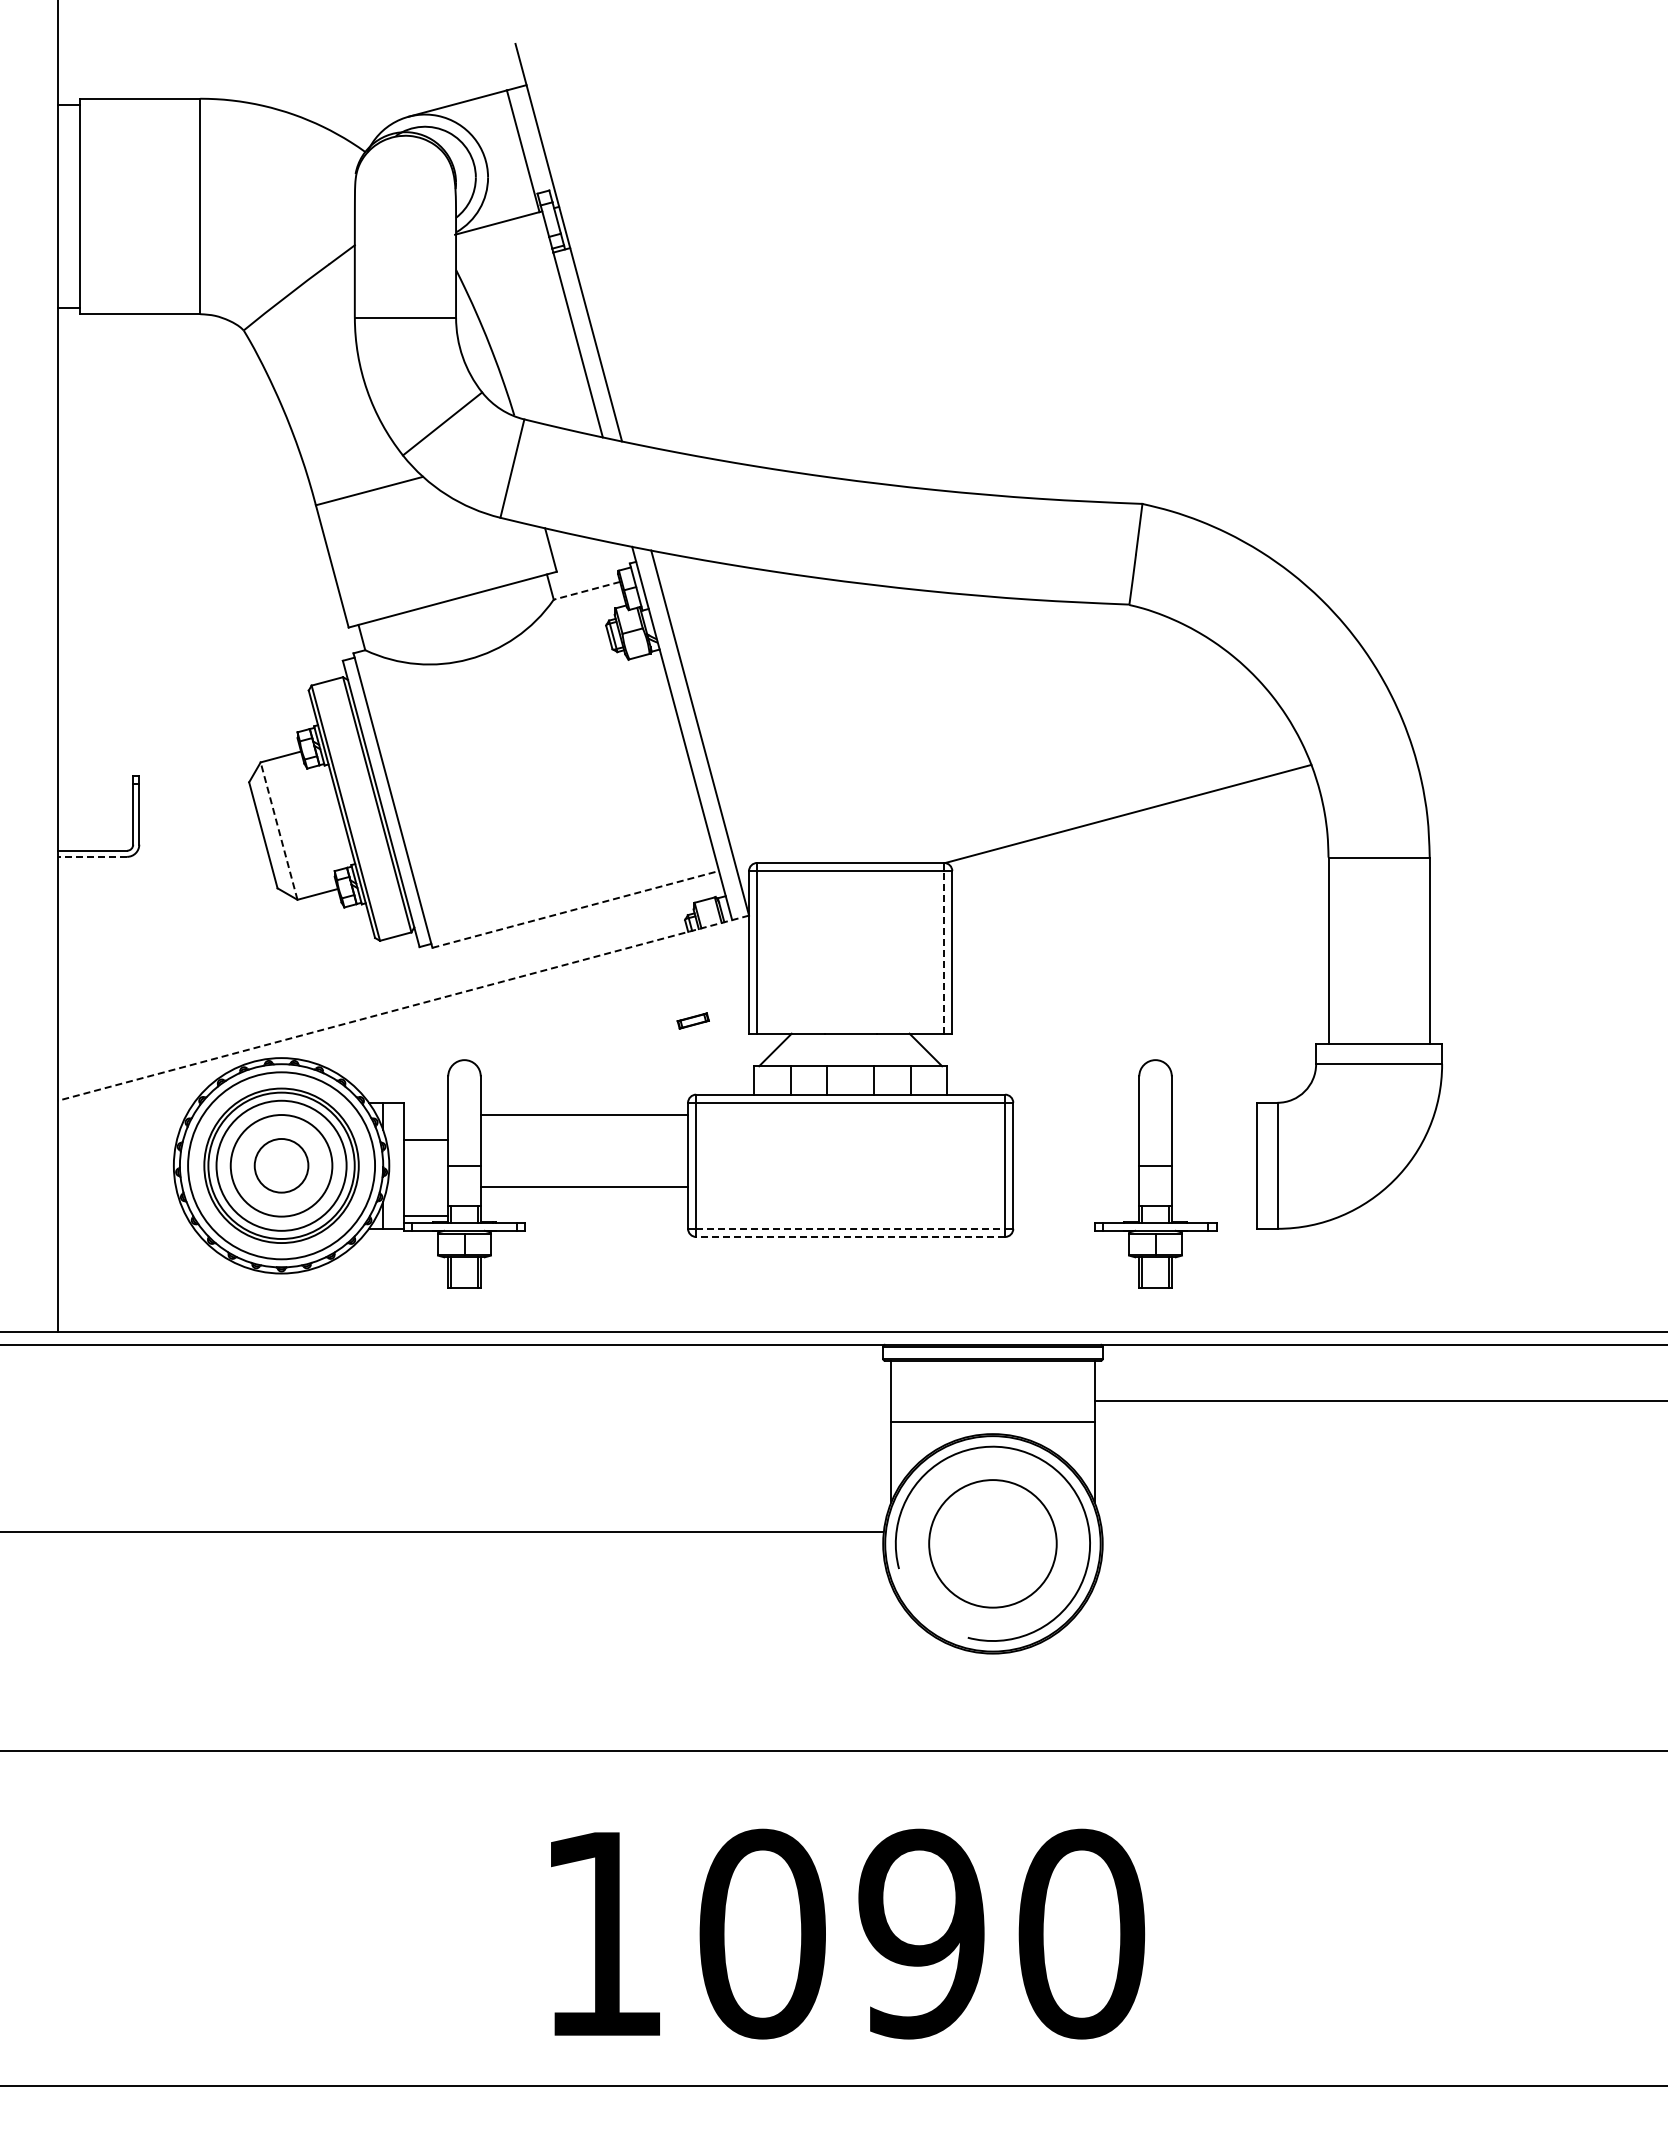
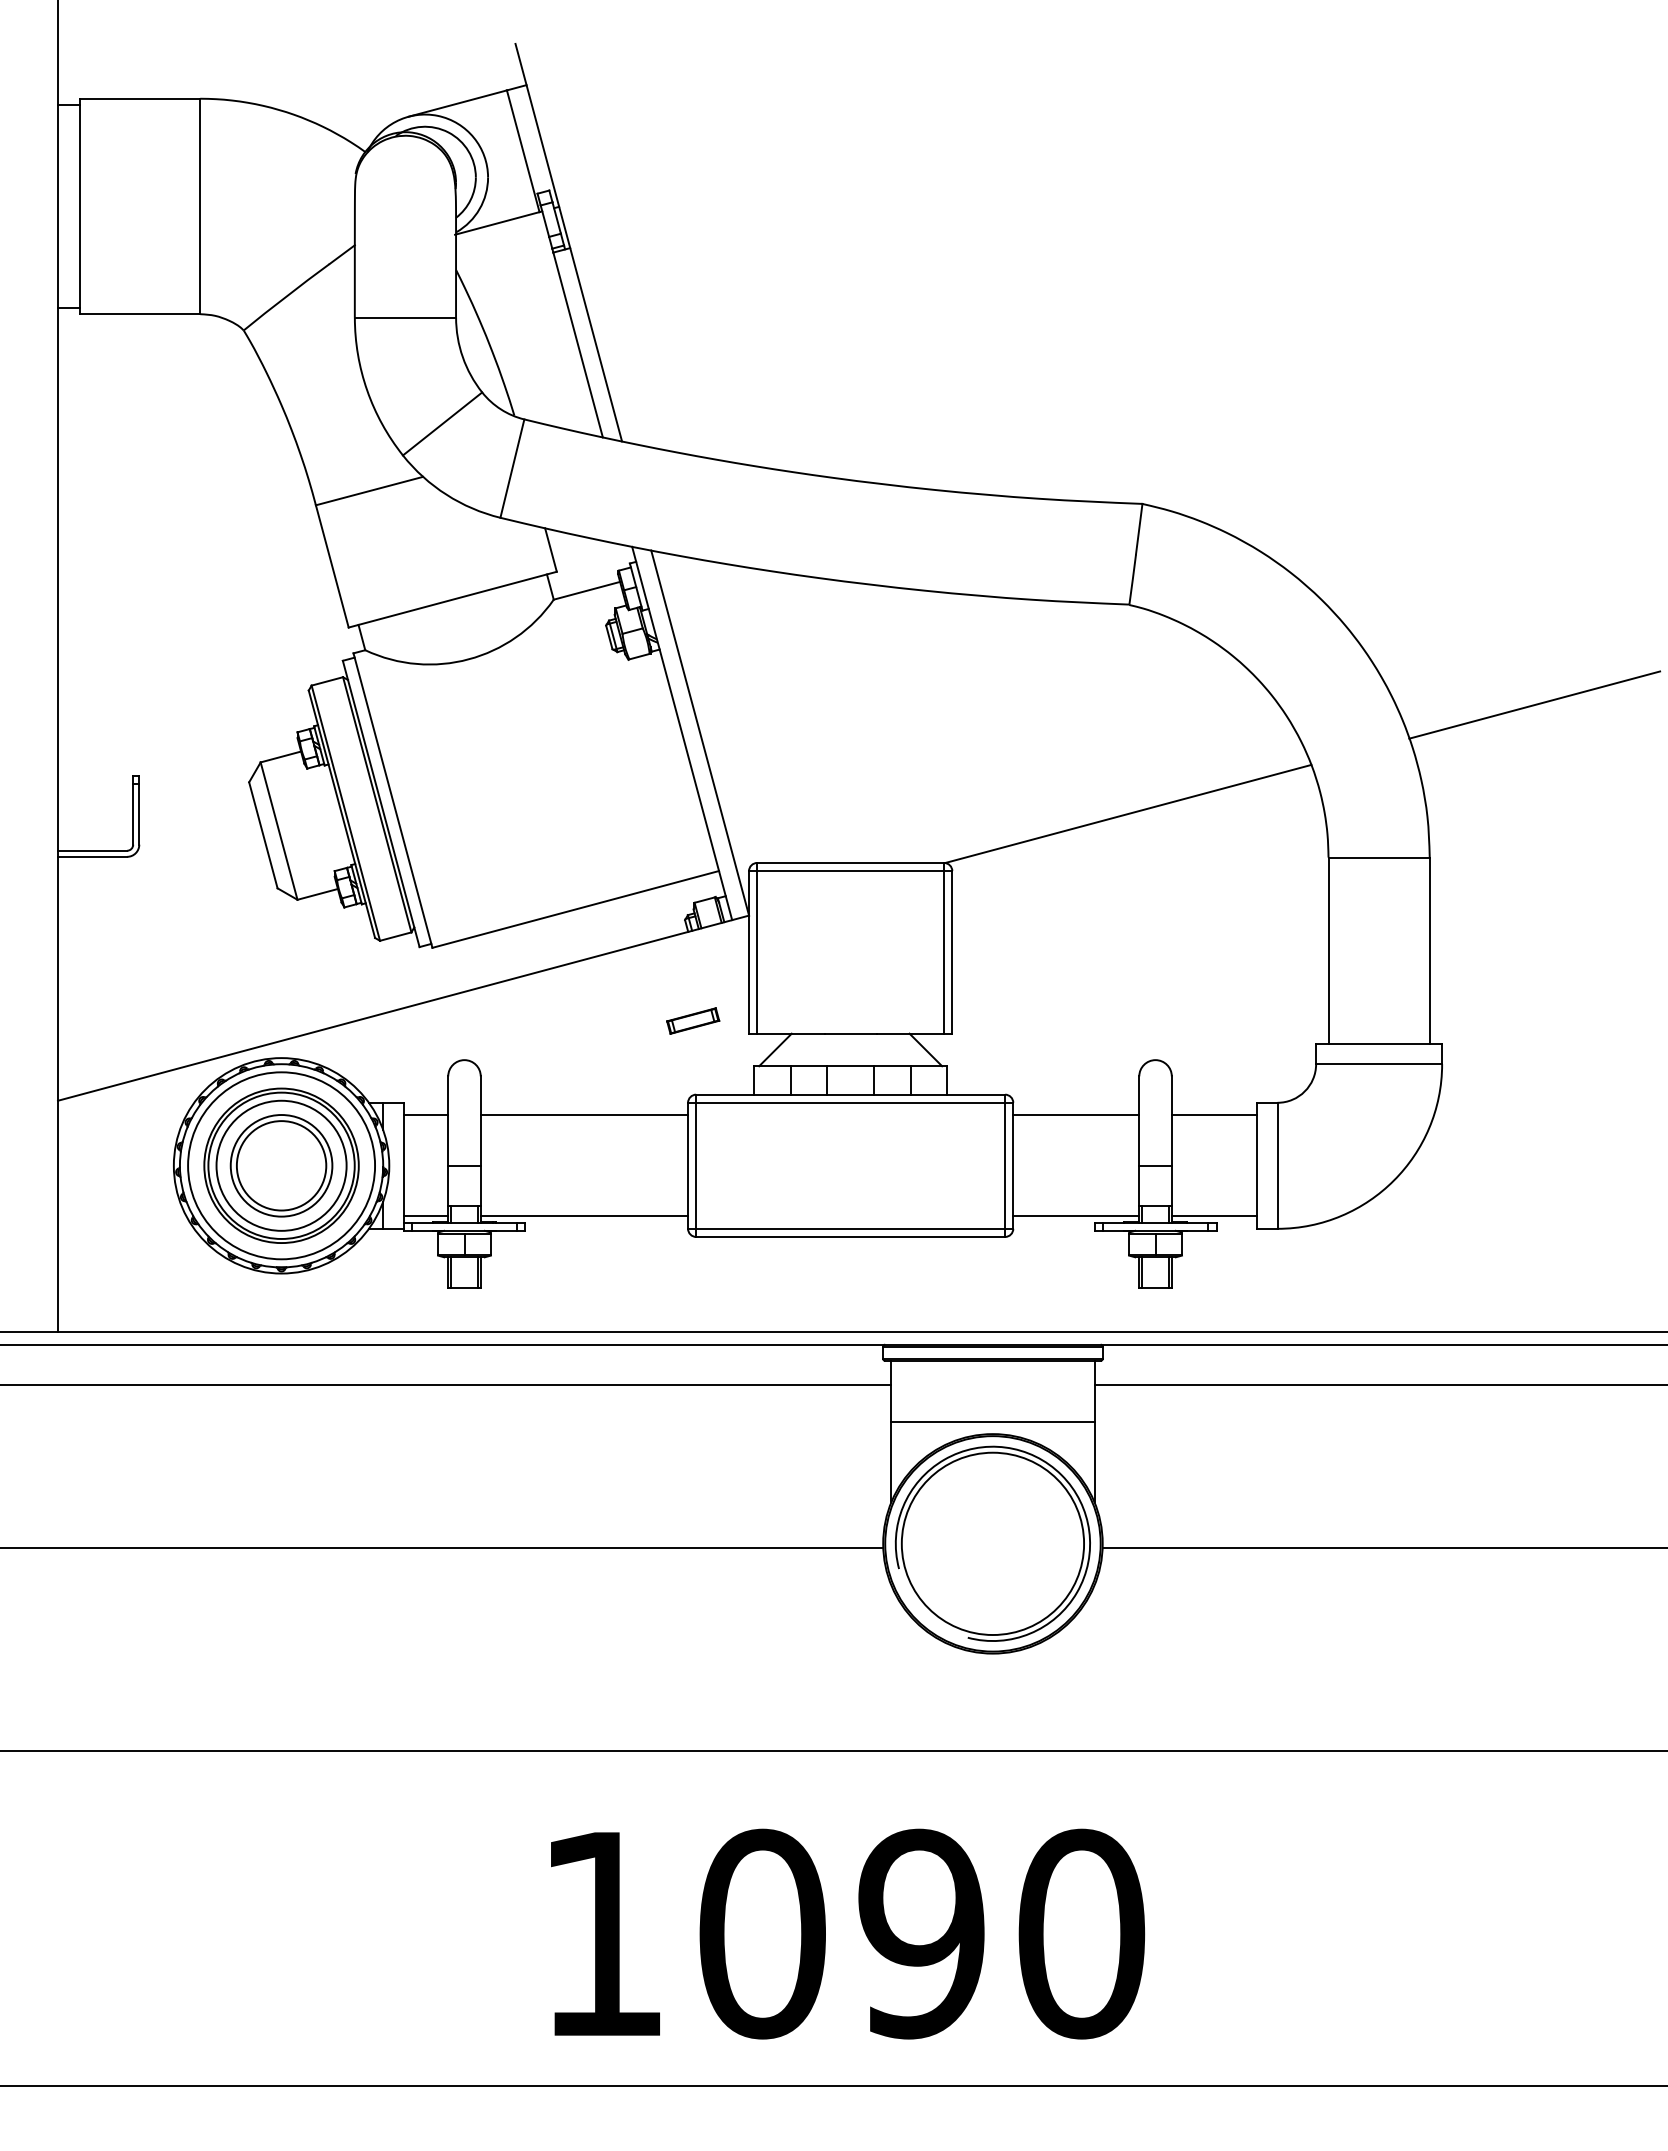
line at (586, 590): dashed -> solid
line at (1534, 704): none -> present
line at (278, 830): dashed -> solid
line at (92, 856): dashed -> solid
line at (576, 909): dashed -> solid
line at (944, 951): dashed -> solid
line at (403, 1008): dashed -> solid
part at (692, 1020) size: 34x18 px -> 55x28 px
line at (1076, 1115): none -> present
line at (1214, 1115): none -> present
line at (425, 1140) position: (425, 1140) -> (425, 1115)
circle at (281, 1165) diameter: 54 px -> 89 px
line at (584, 1187) position: (584, 1187) -> (584, 1216)
line at (1076, 1216): none -> present
line at (1214, 1216): none -> present
line at (851, 1228): dashed -> solid
line at (850, 1236): dashed -> solid
line at (446, 1385): none -> present
line at (1379, 1401) position: (1379, 1401) -> (1379, 1385)
line at (442, 1531) position: (442, 1531) -> (442, 1547)
circle at (992, 1543) diameter: 128 px -> 182 px
line at (1383, 1547): none -> present
